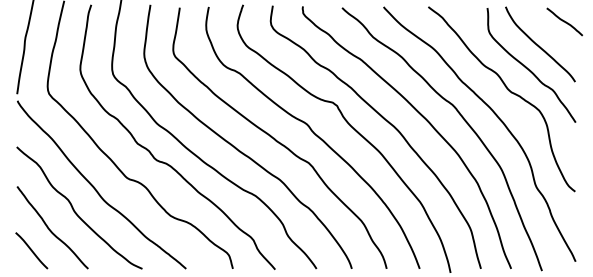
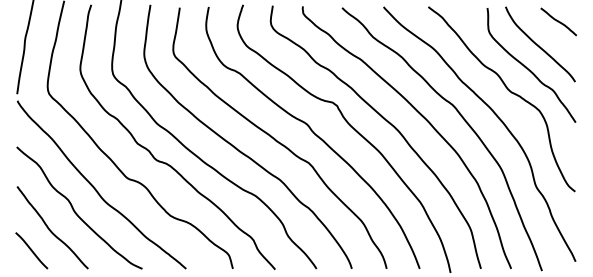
curve at (564, 21) position: (564, 21) -> (558, 21)
